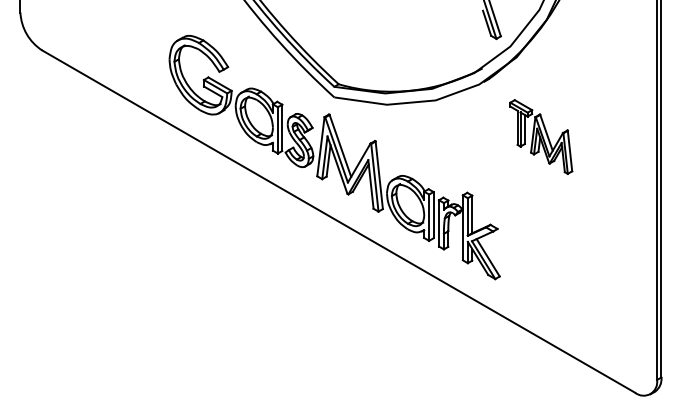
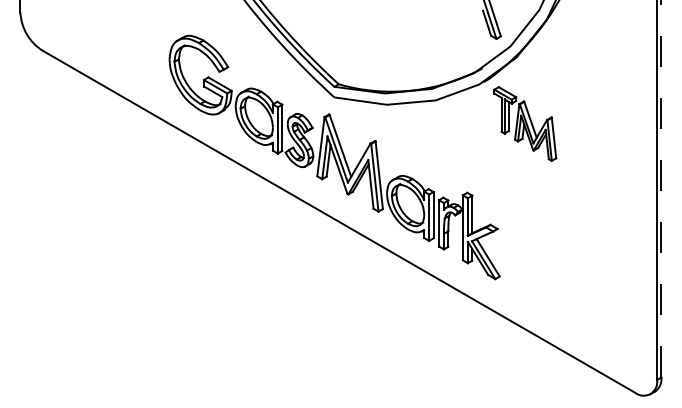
part at (541, 136) position: (541, 136) -> (525, 123)
line at (661, 188): solid -> dashed
